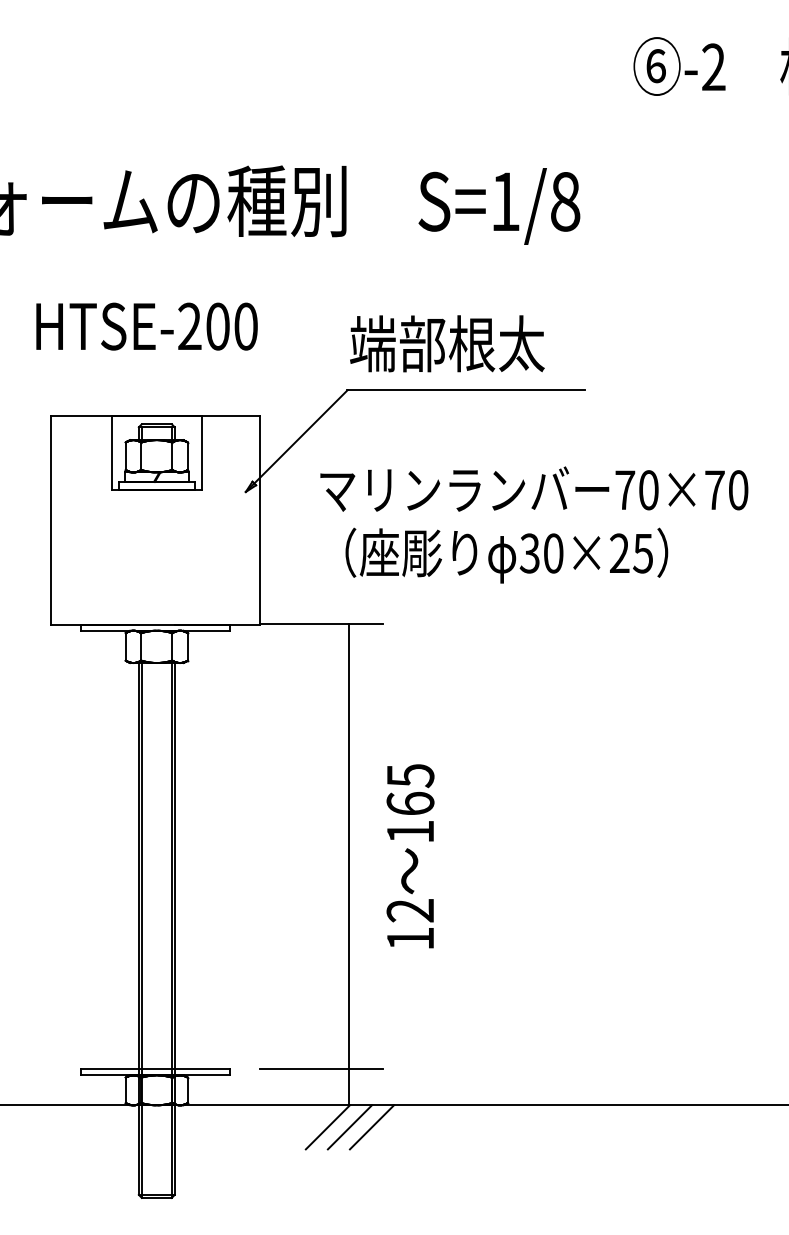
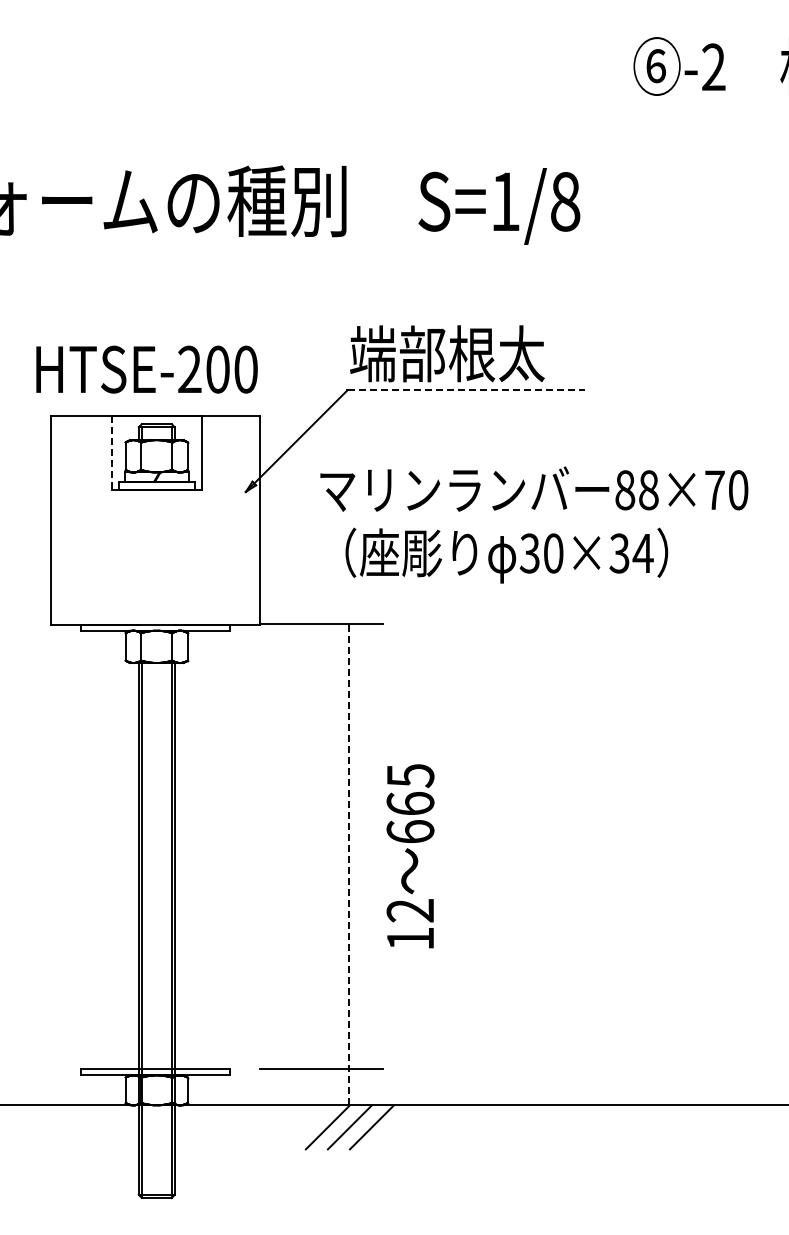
text at (146, 326) position: (146, 326) -> (146, 369)
text at (447, 343) position: (447, 343) -> (447, 353)
line at (467, 390): solid -> dashed
line at (111, 453): solid -> dashed
text at (636, 490): 70×70 -> 88×70
text at (631, 553): 30×25 -> 30×34
text at (410, 831): 165 -> 665
line at (349, 864): solid -> dashed
